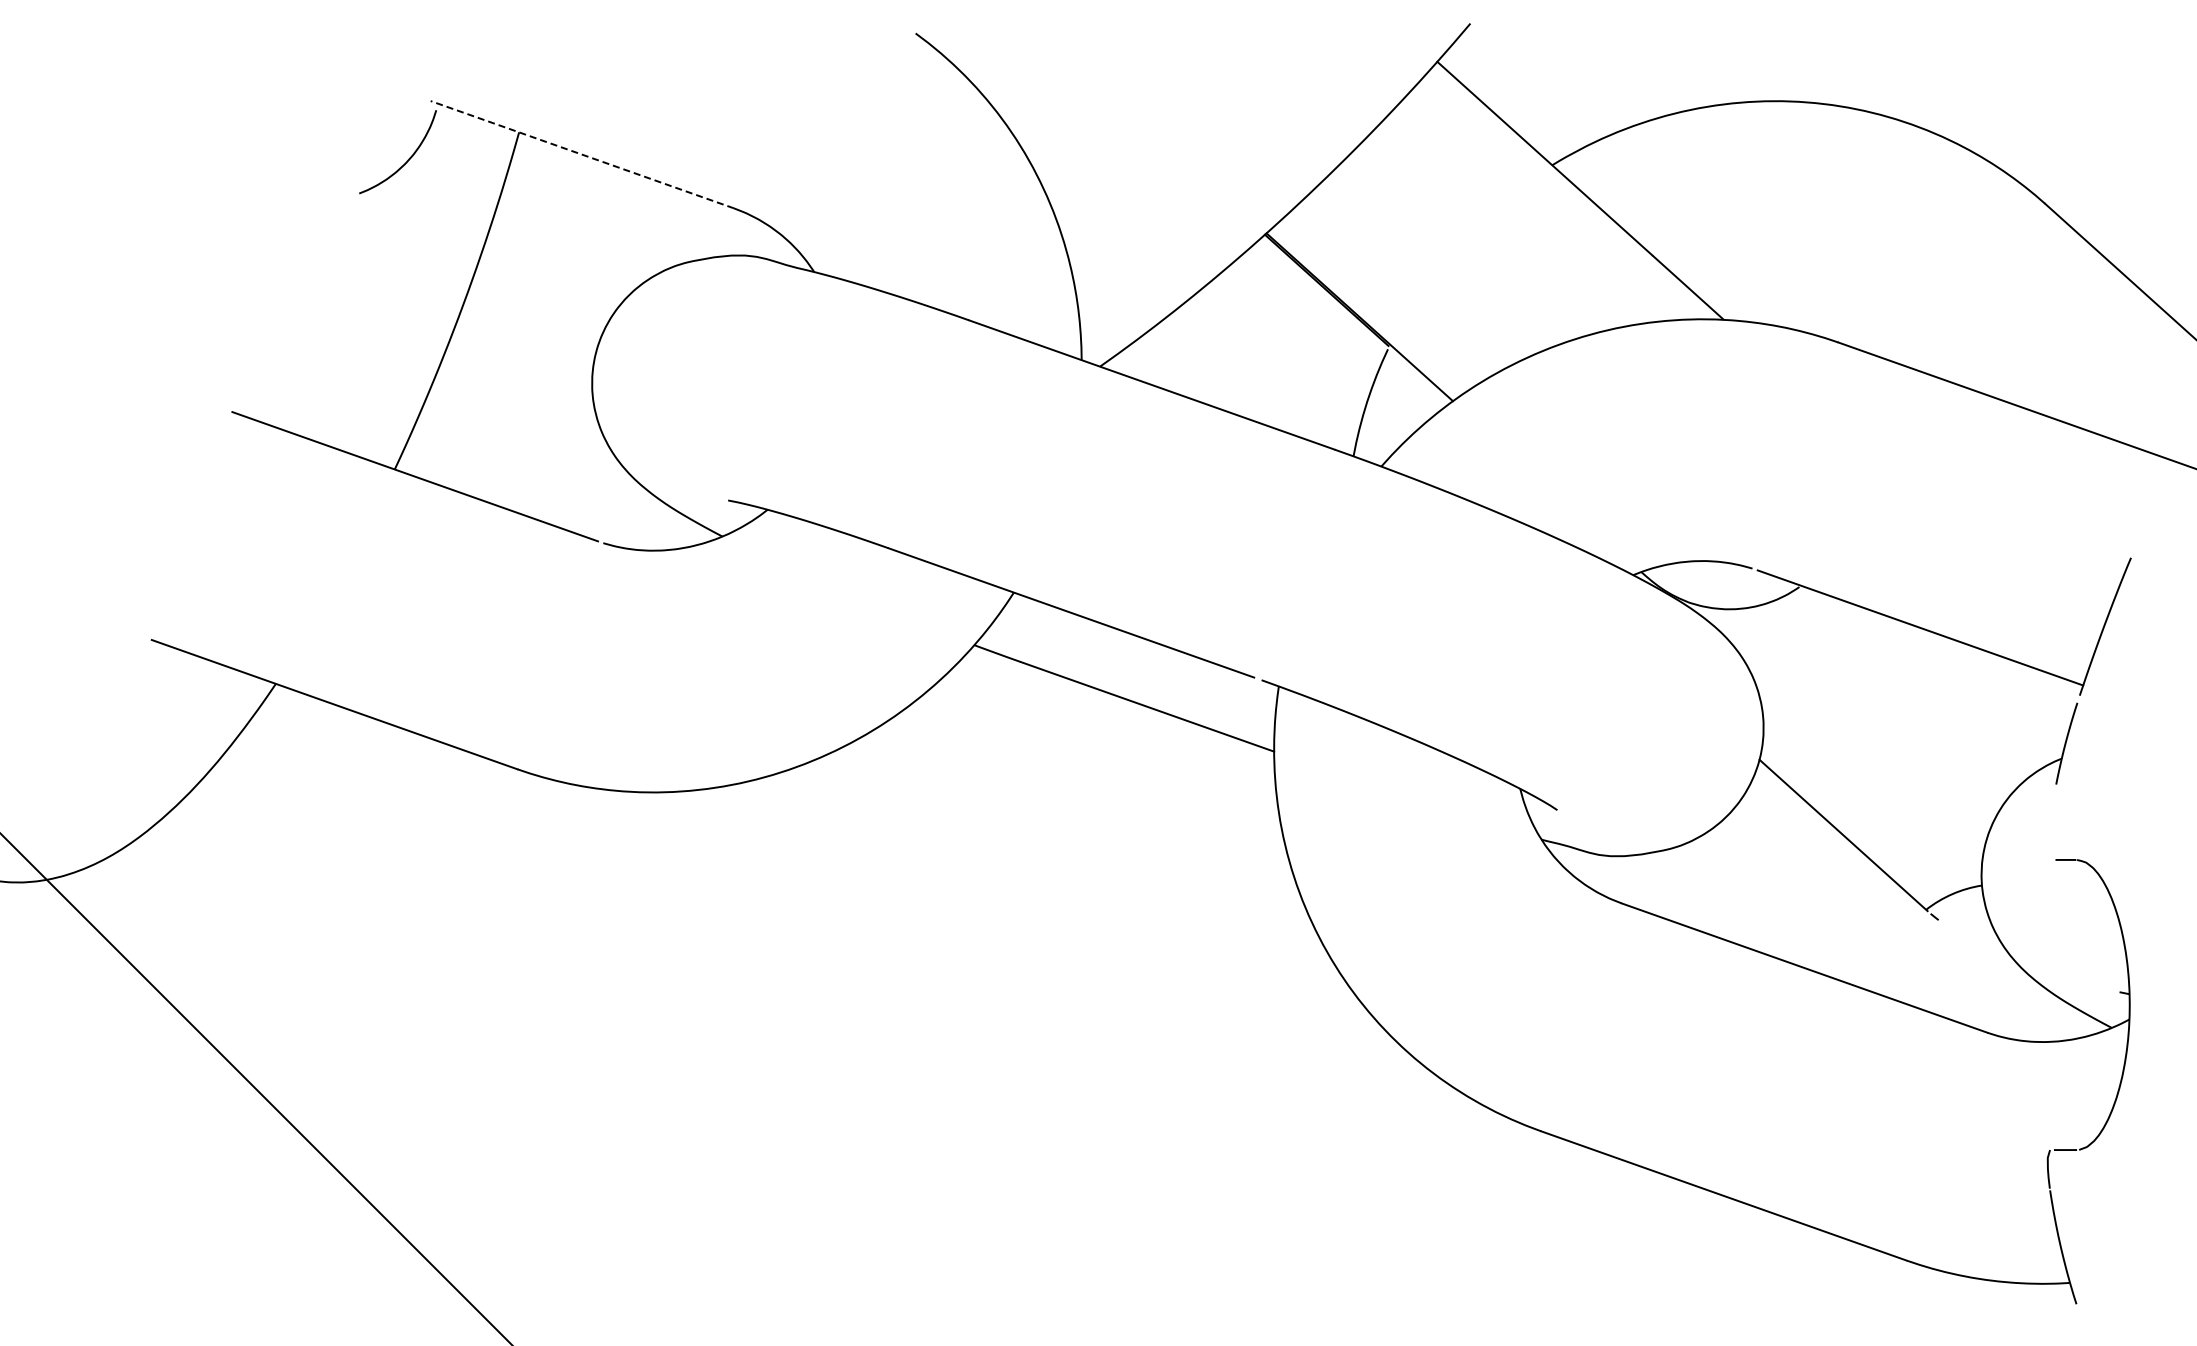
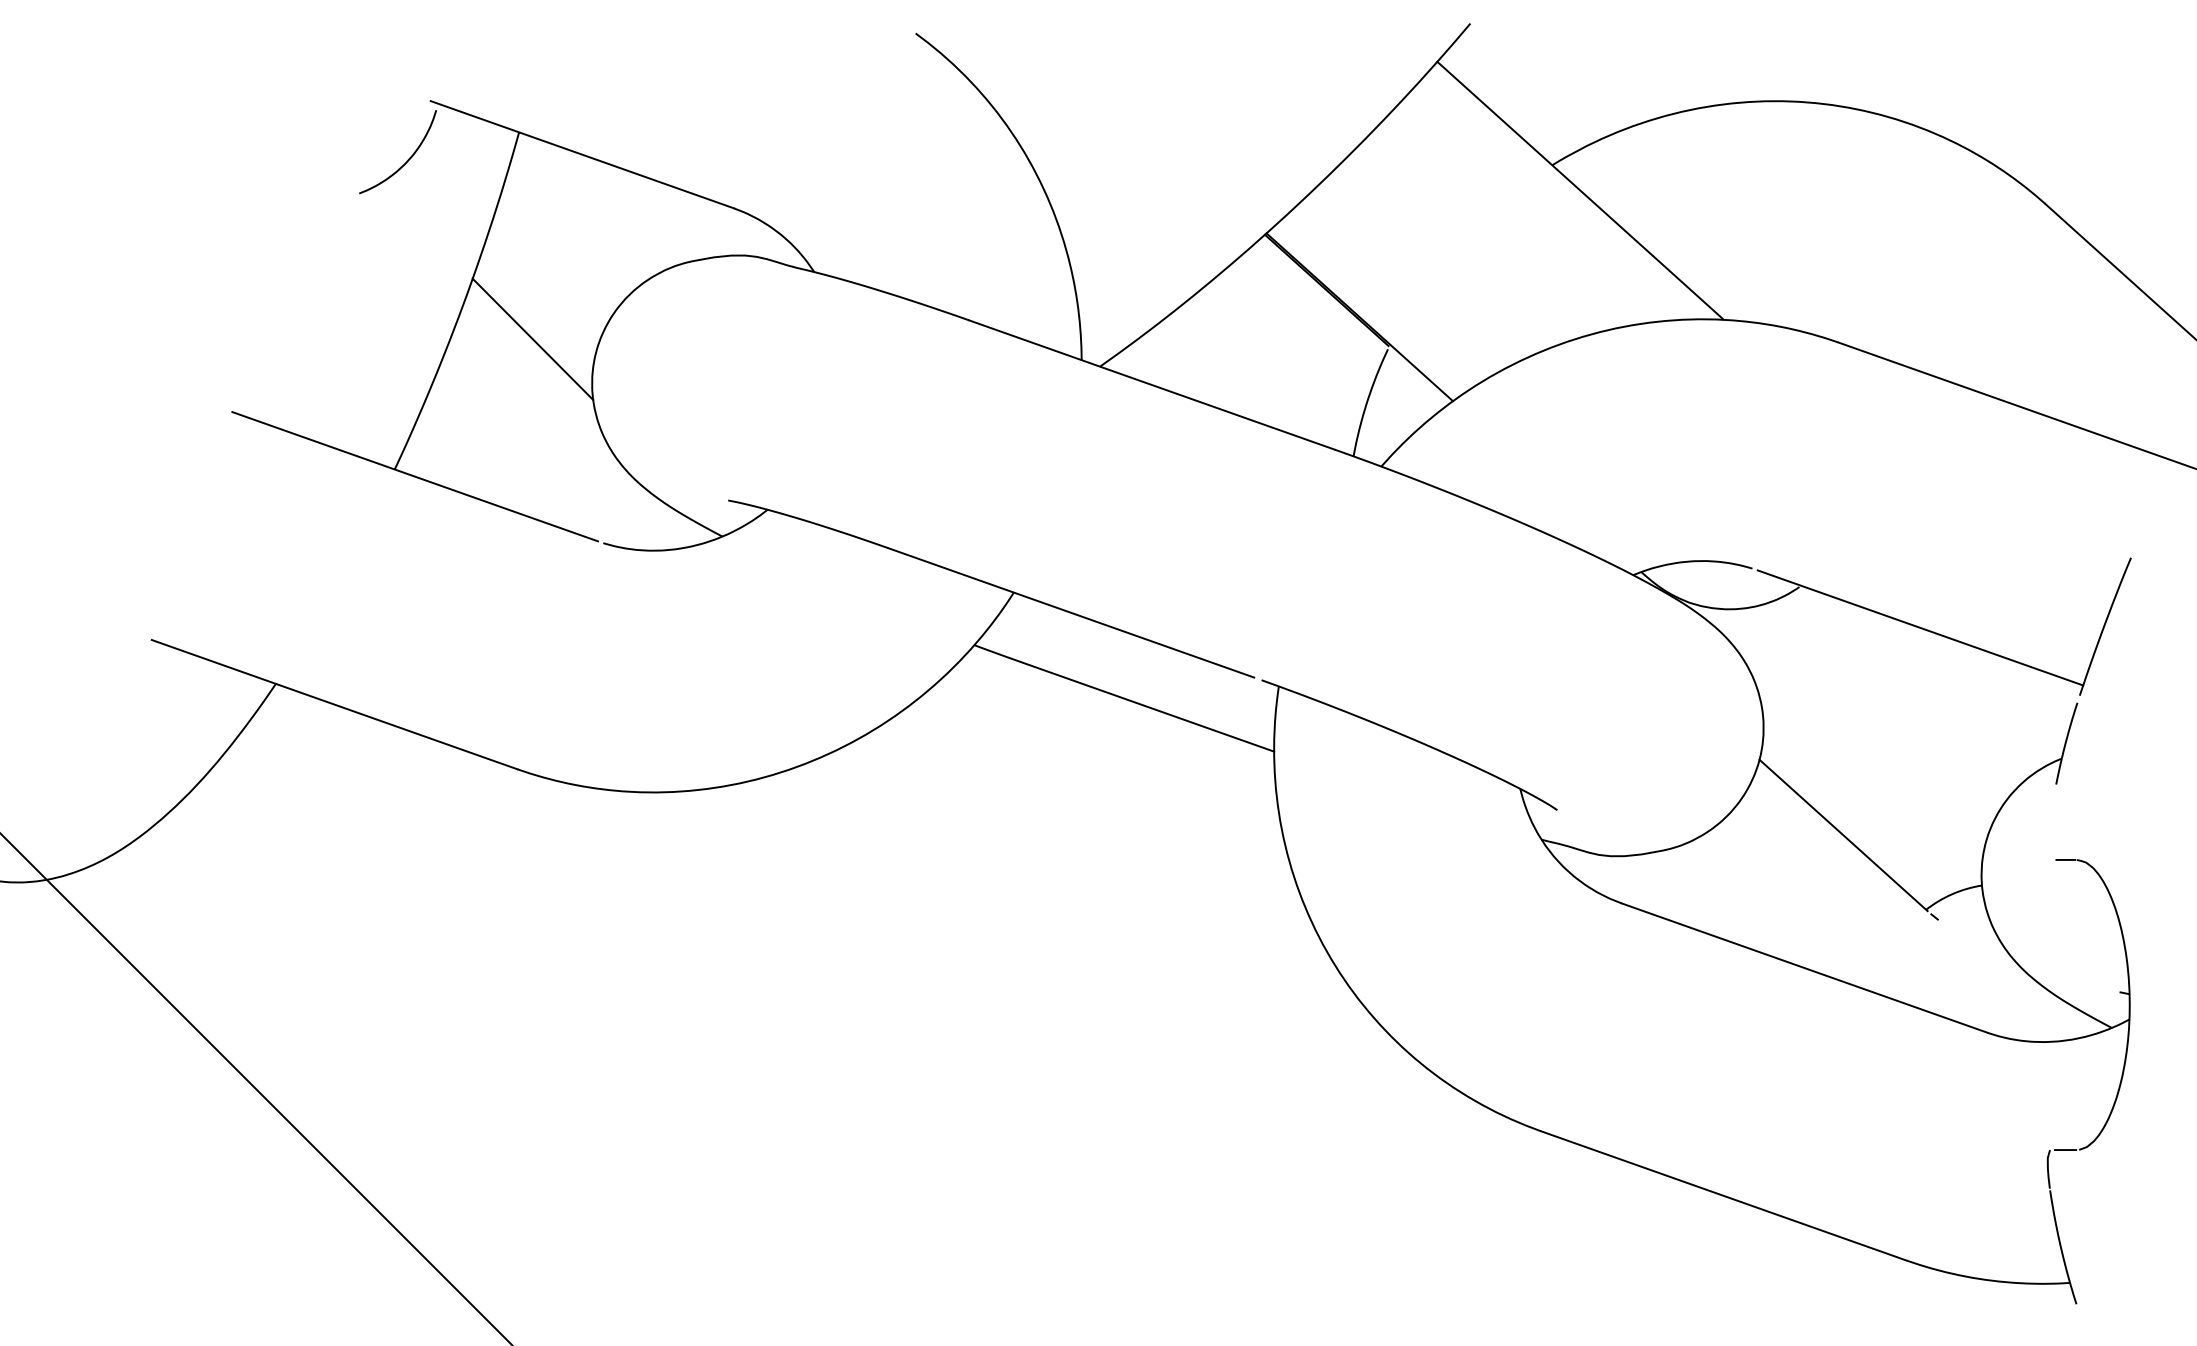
line at (582, 154): dashed -> solid
line at (532, 338): none -> present
